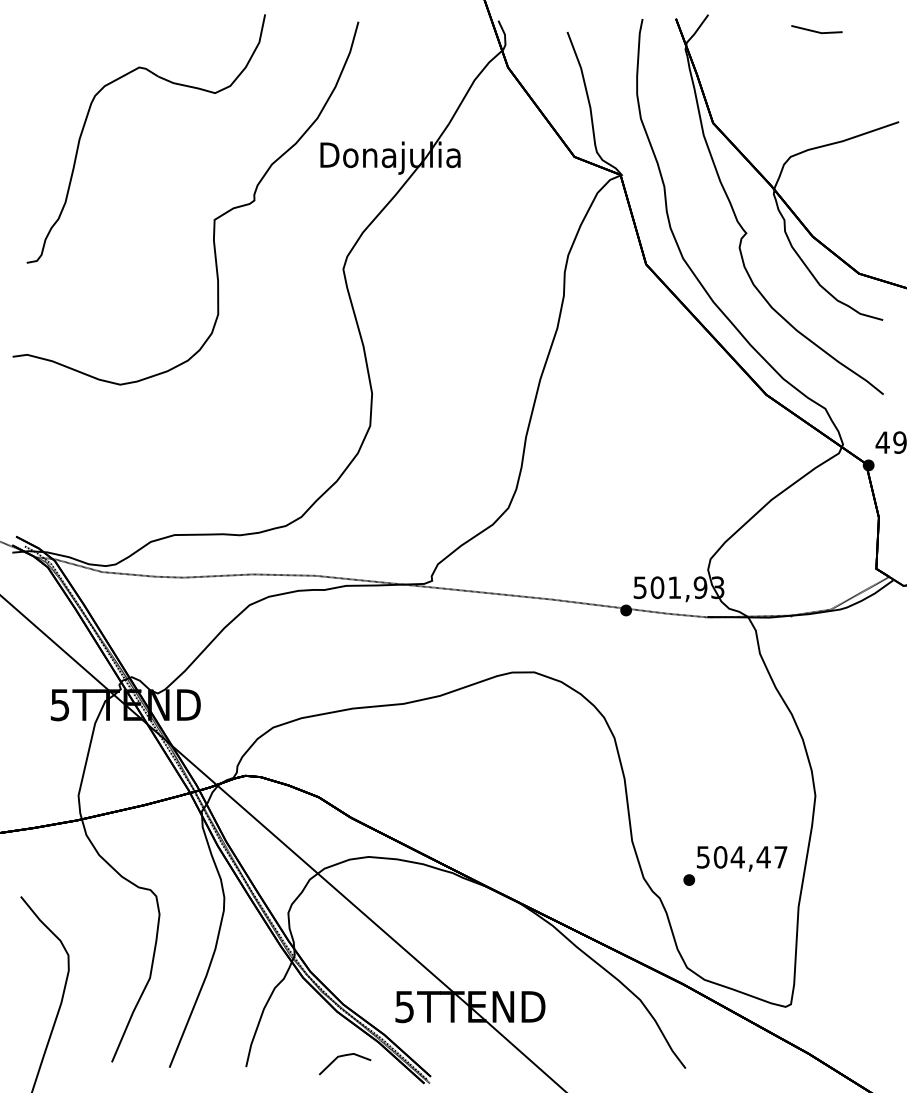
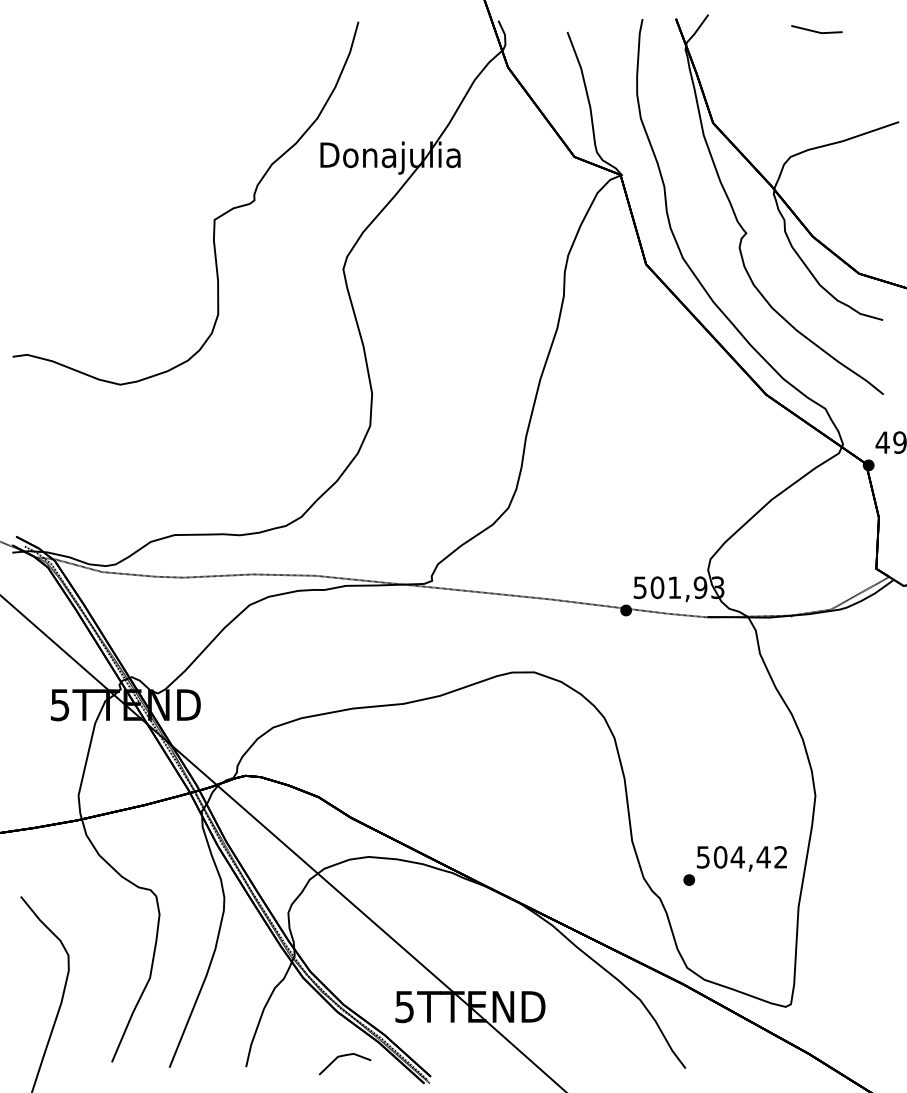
part at (166, 81): present -> none
text at (780, 857): 504,47 -> 504,42
